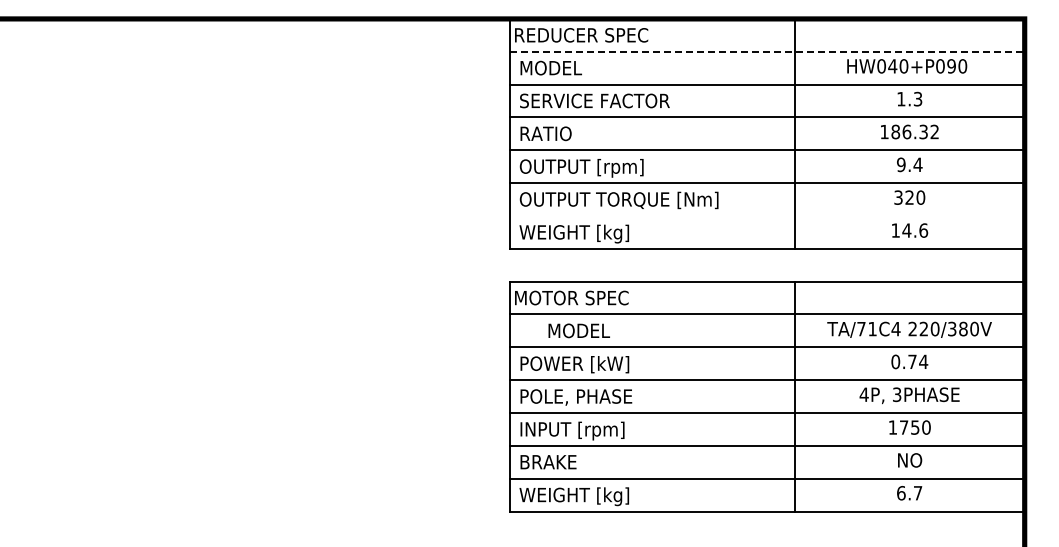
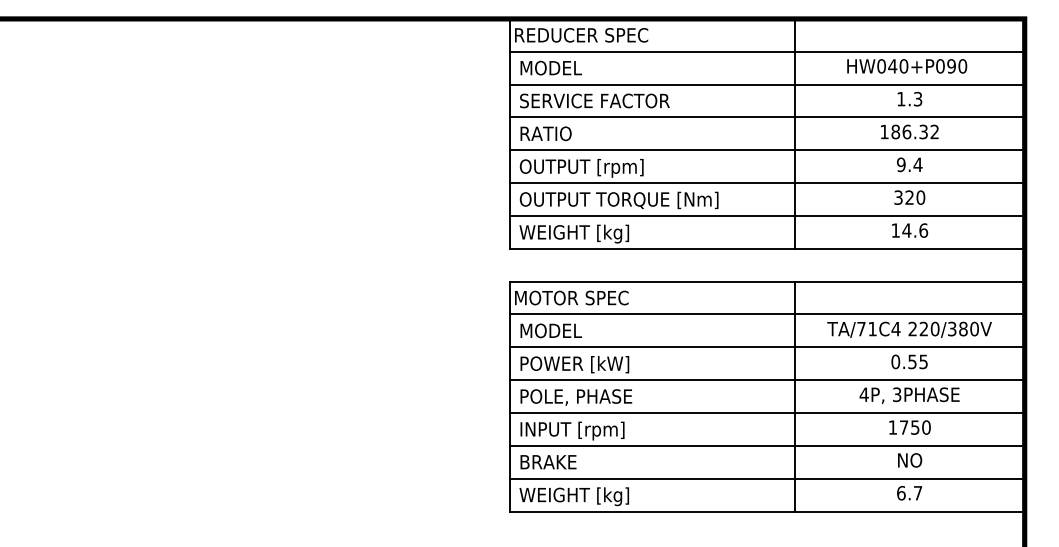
line at (767, 51): dashed -> solid
line at (766, 215): none -> present
text at (578, 330) position: (578, 330) -> (550, 330)
text at (918, 361): 0.74 -> 0.55
